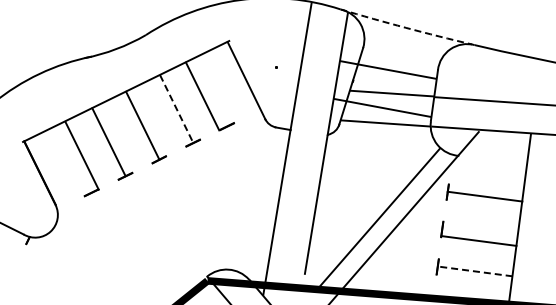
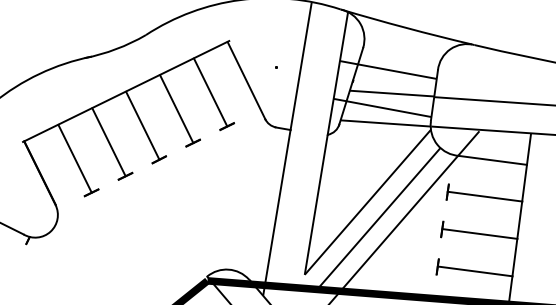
arc at (405, 27): dashed -> solid
line at (202, 96) position: (202, 96) -> (210, 92)
line at (176, 109): dashed -> solid
line at (81, 155) position: (81, 155) -> (74, 158)
line at (492, 159): none -> present
line at (367, 201): none -> present
line at (478, 240) position: (478, 240) -> (479, 233)
line at (475, 271): dashed -> solid
